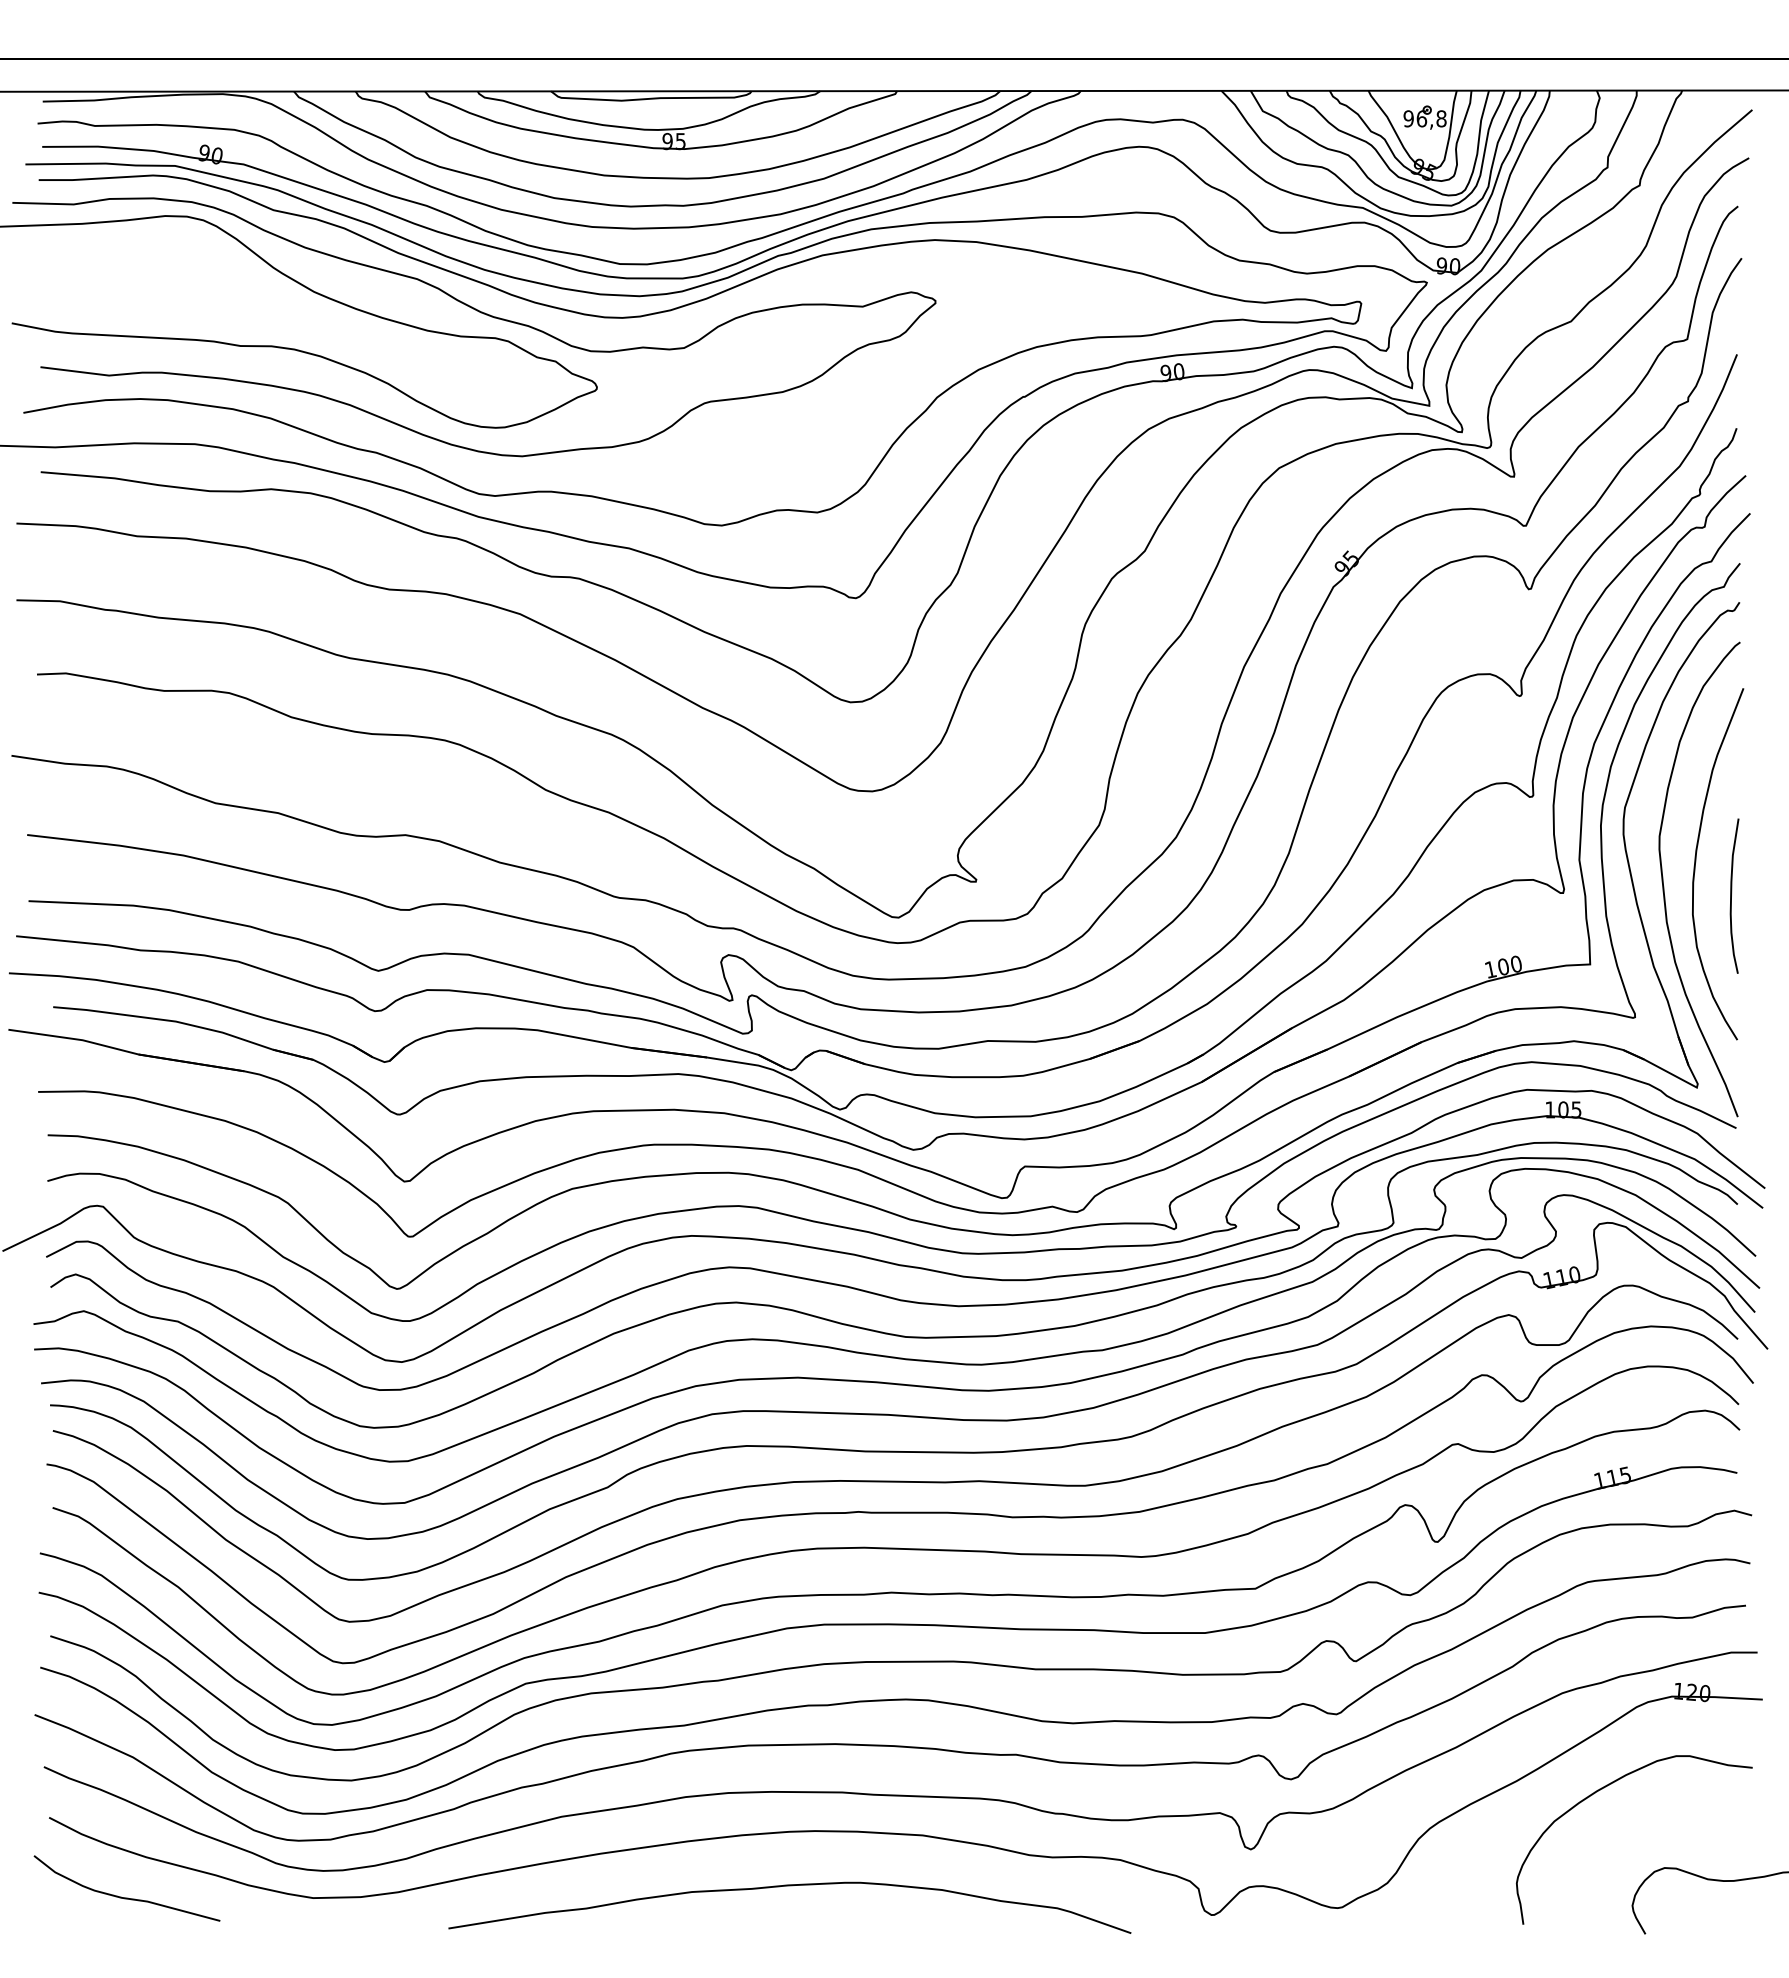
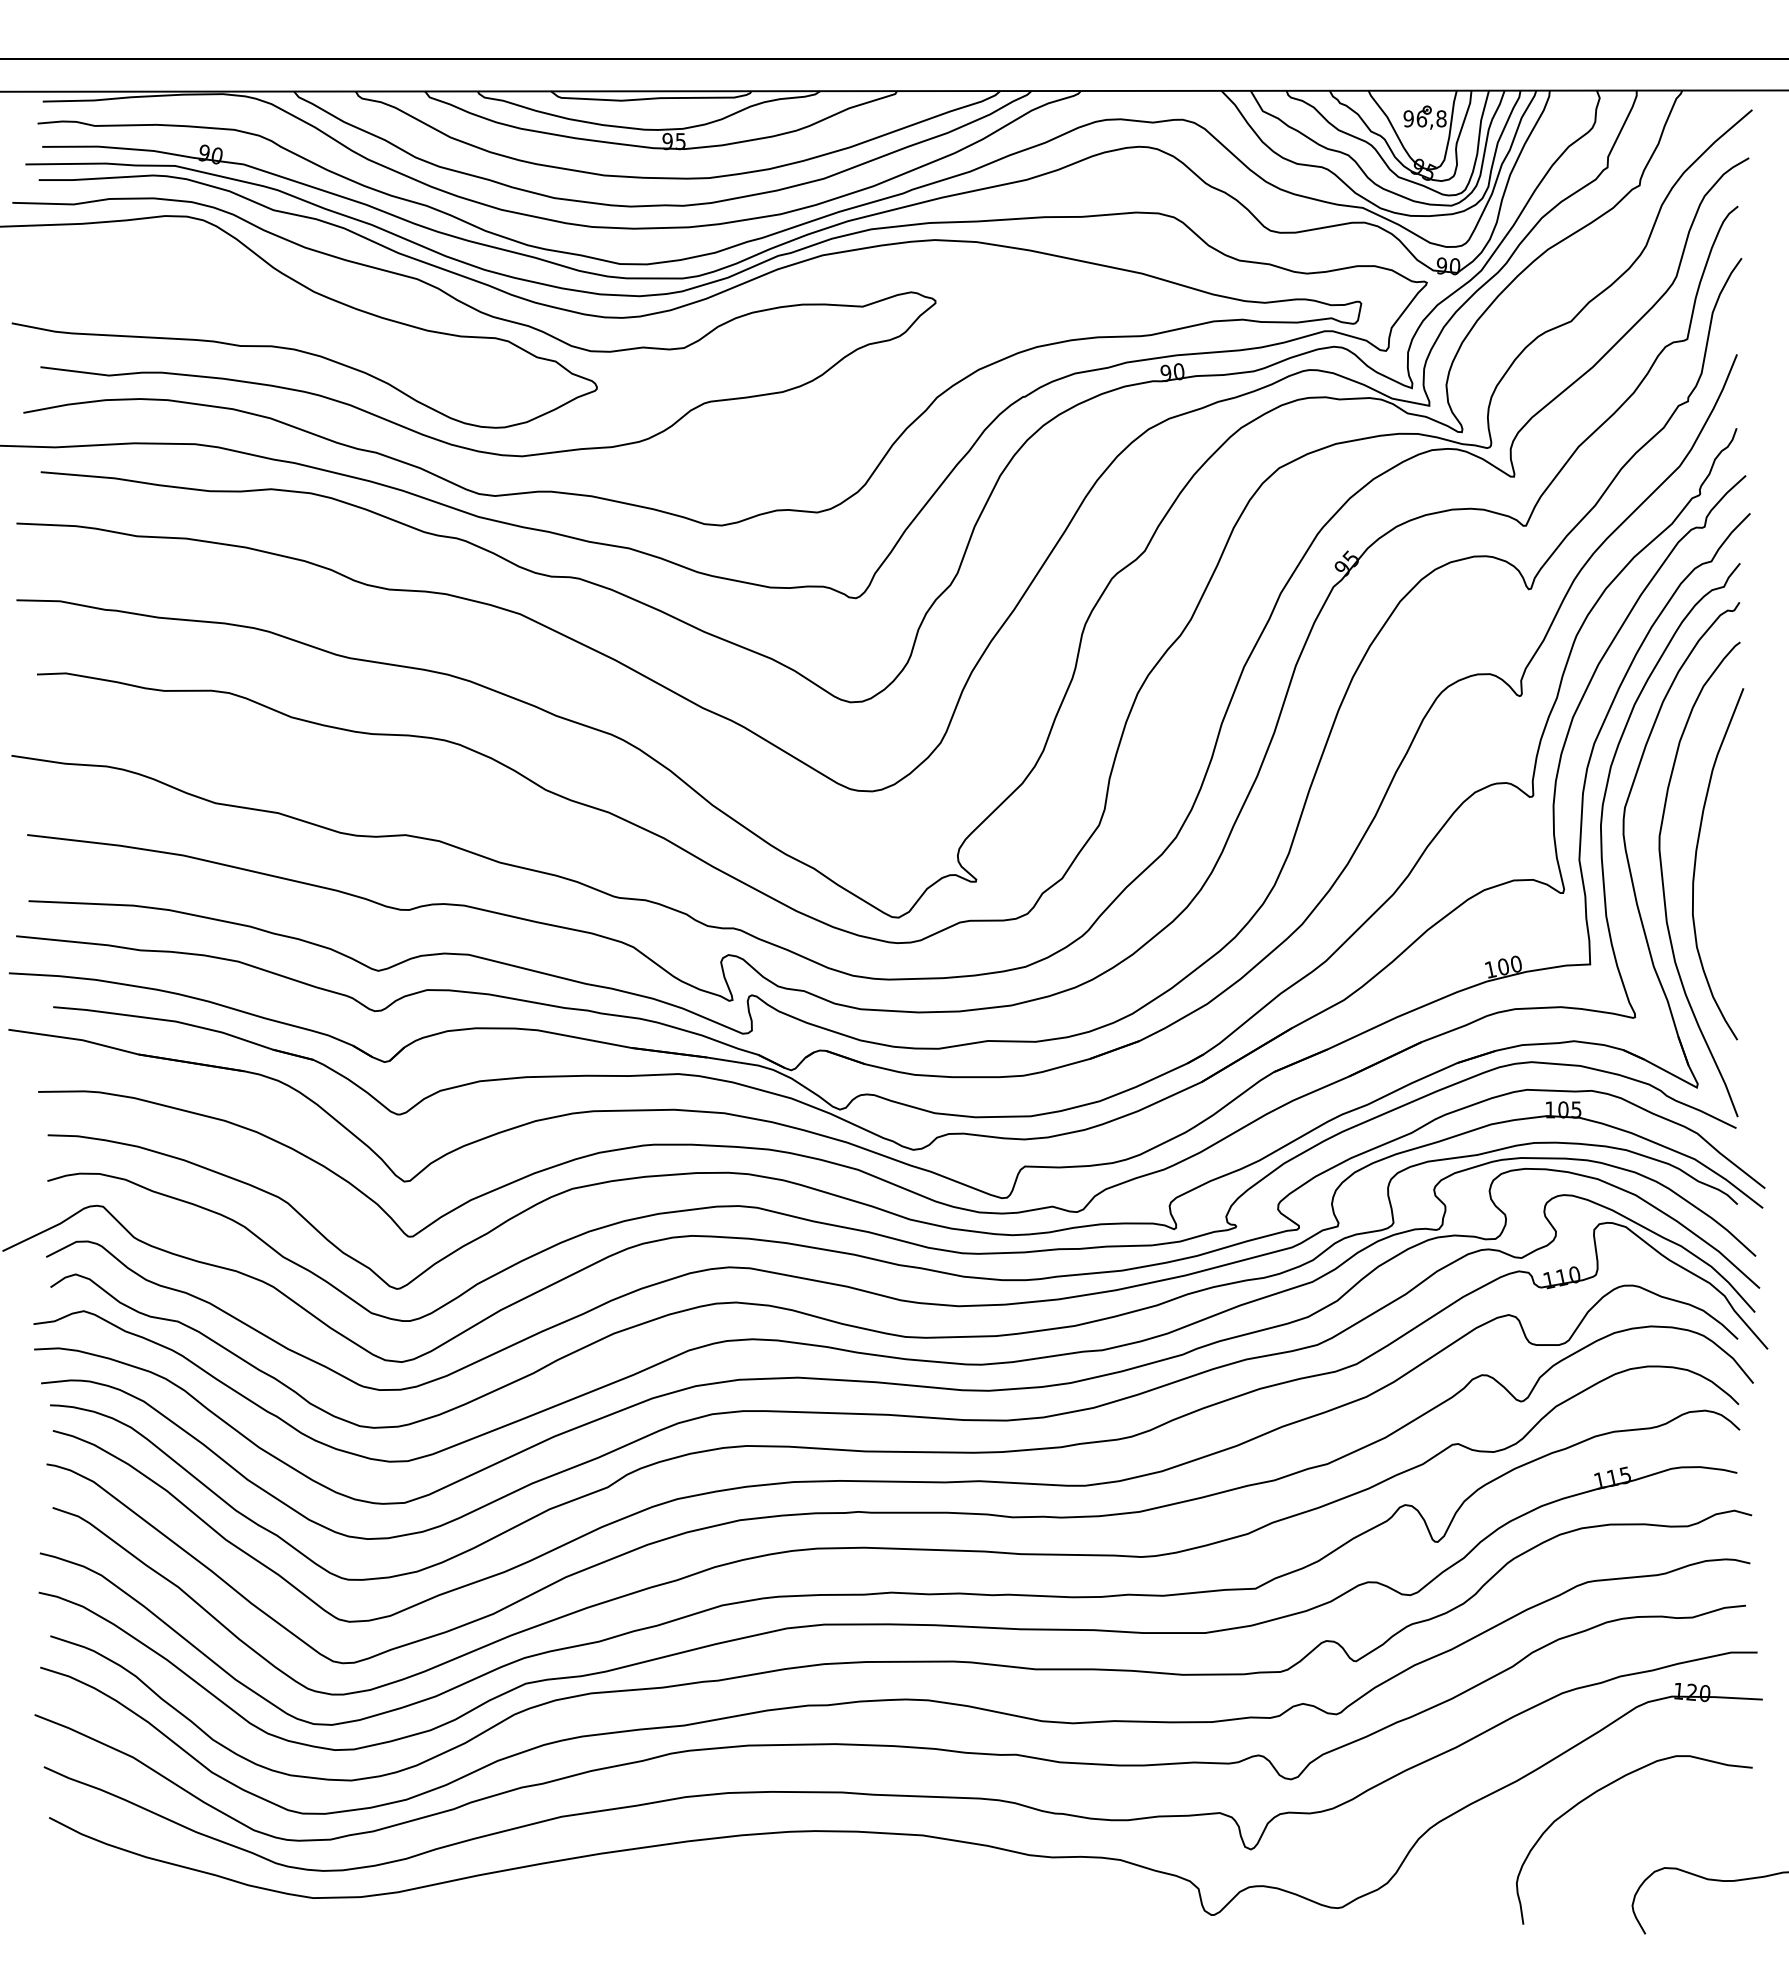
curve at (1731, 895): present -> none
curve at (789, 1886): present -> none
curve at (126, 1897): present -> none
